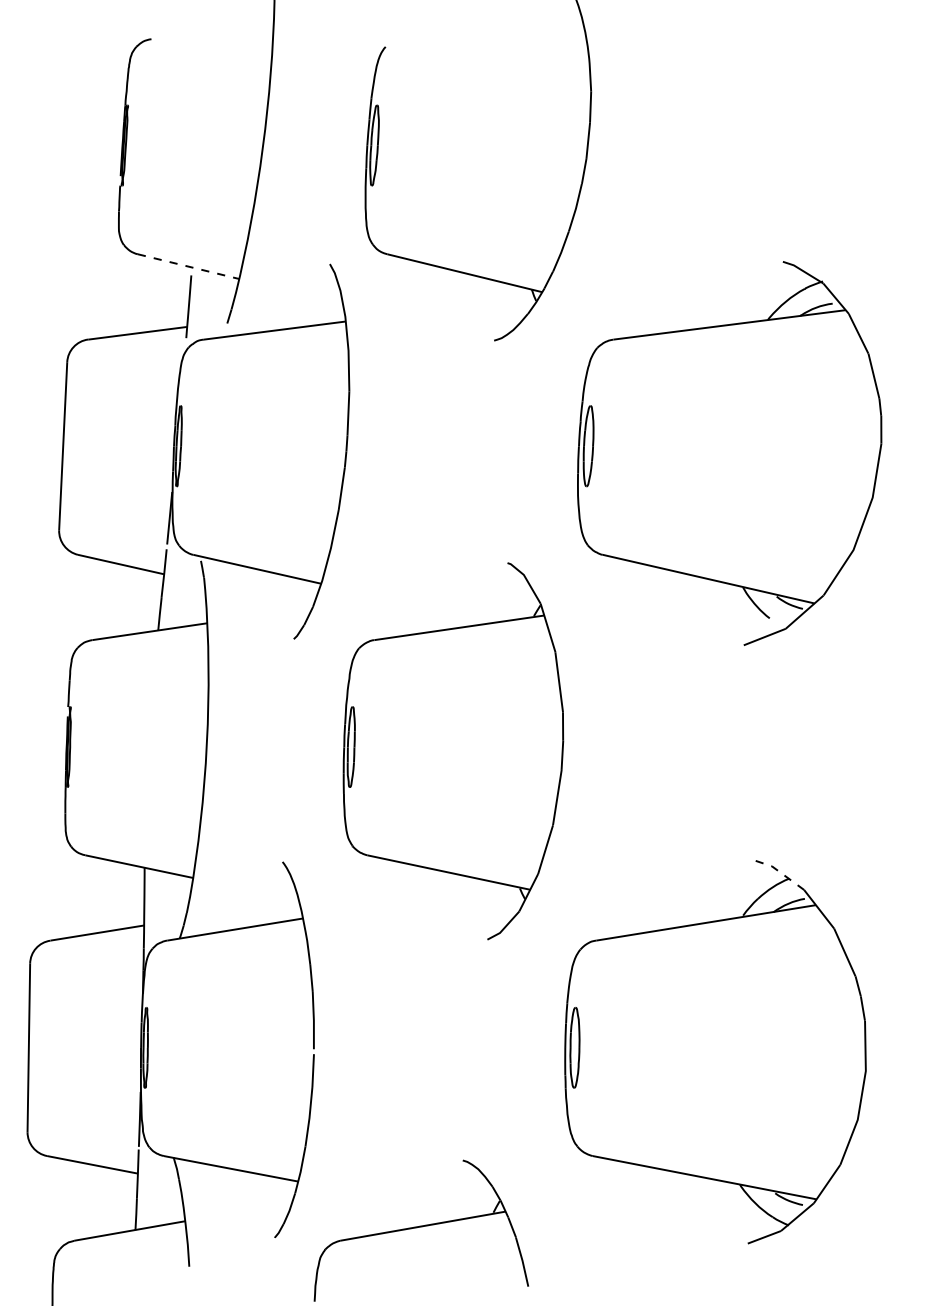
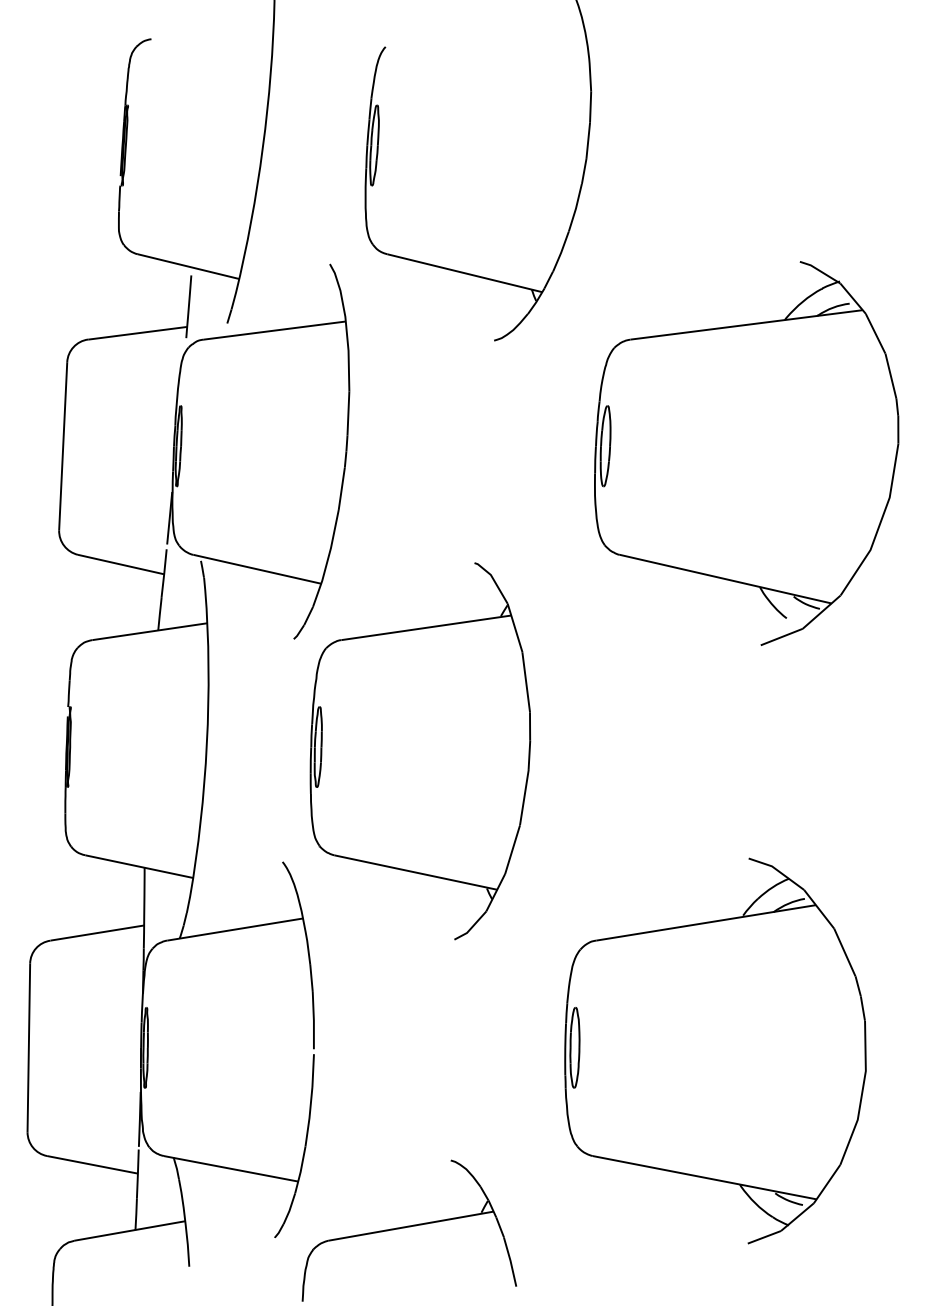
line at (189, 266): dashed -> solid
part at (729, 453) position: (729, 453) -> (746, 453)
part at (453, 751) position: (453, 751) -> (420, 751)
line at (777, 870): dashed -> solid
part at (421, 1230) position: (421, 1230) -> (409, 1230)
